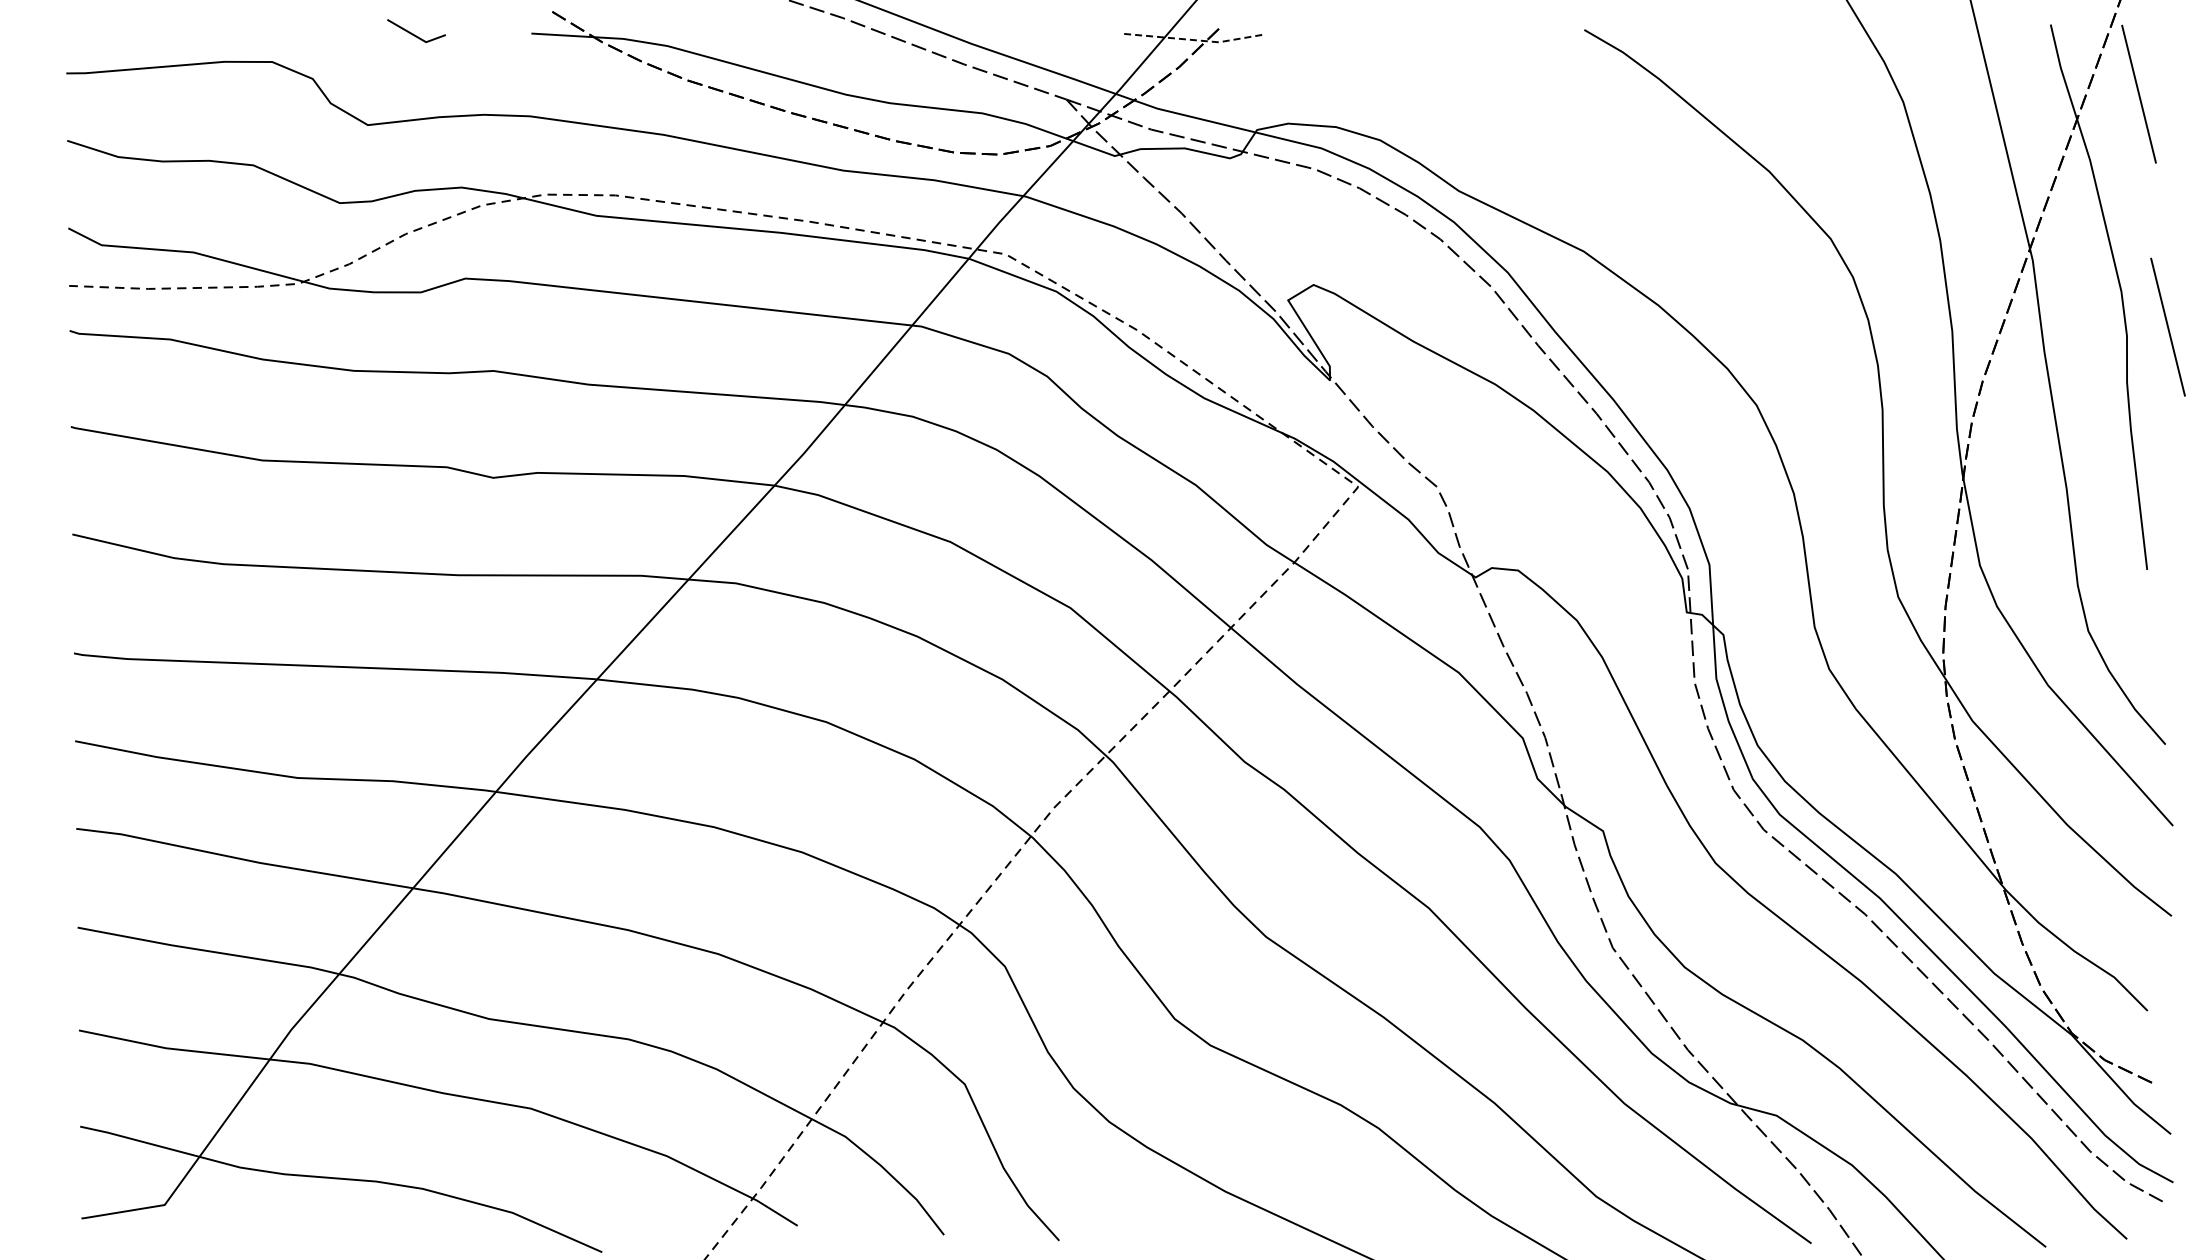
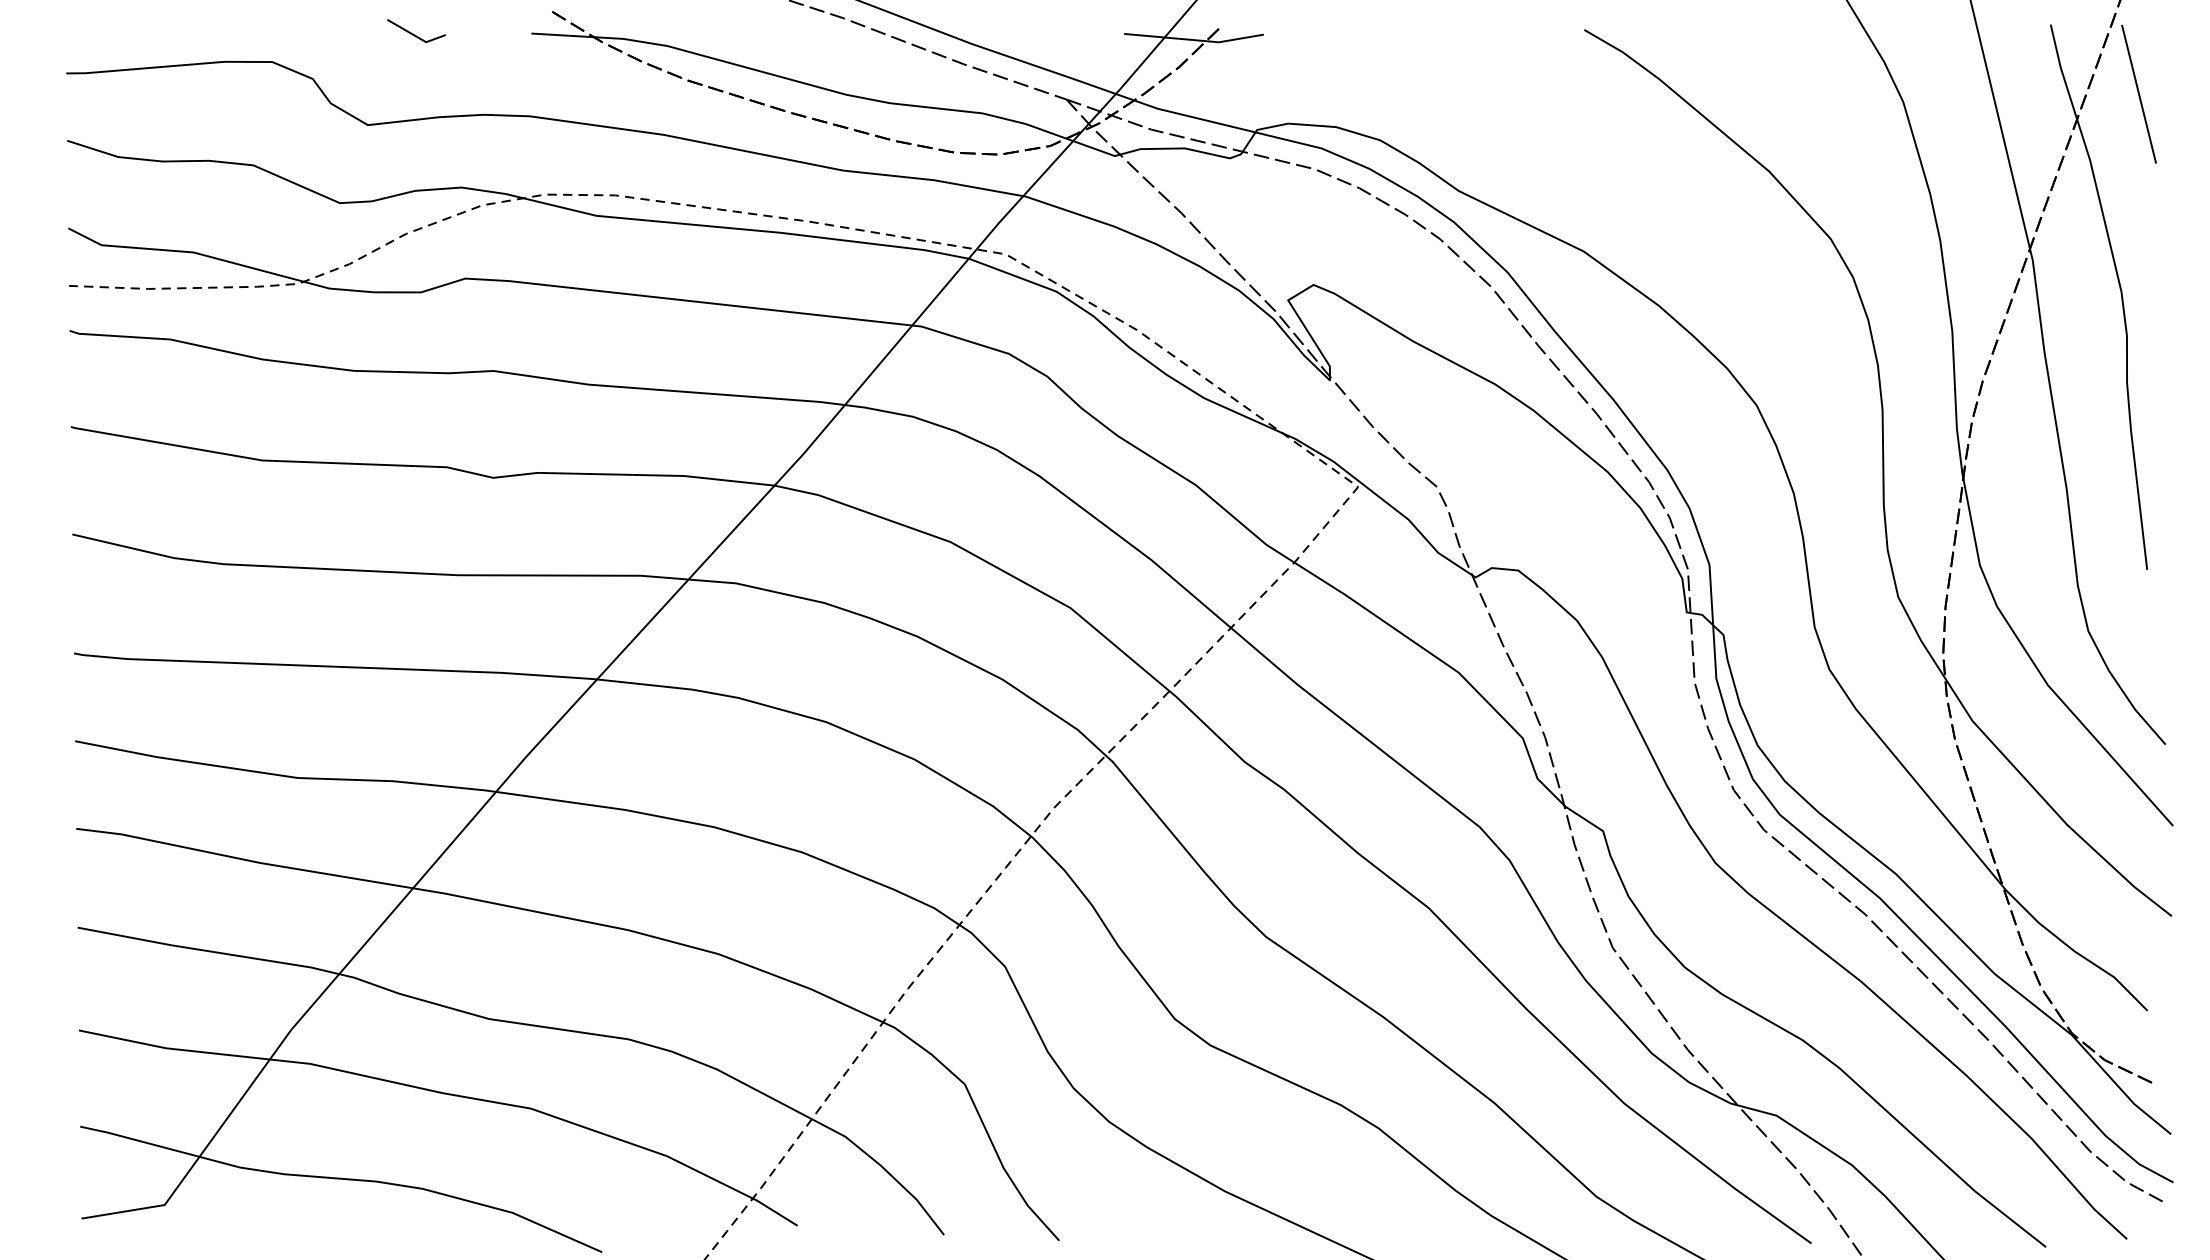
line at (1195, 40): dashed -> solid
line at (2167, 326): present -> none
